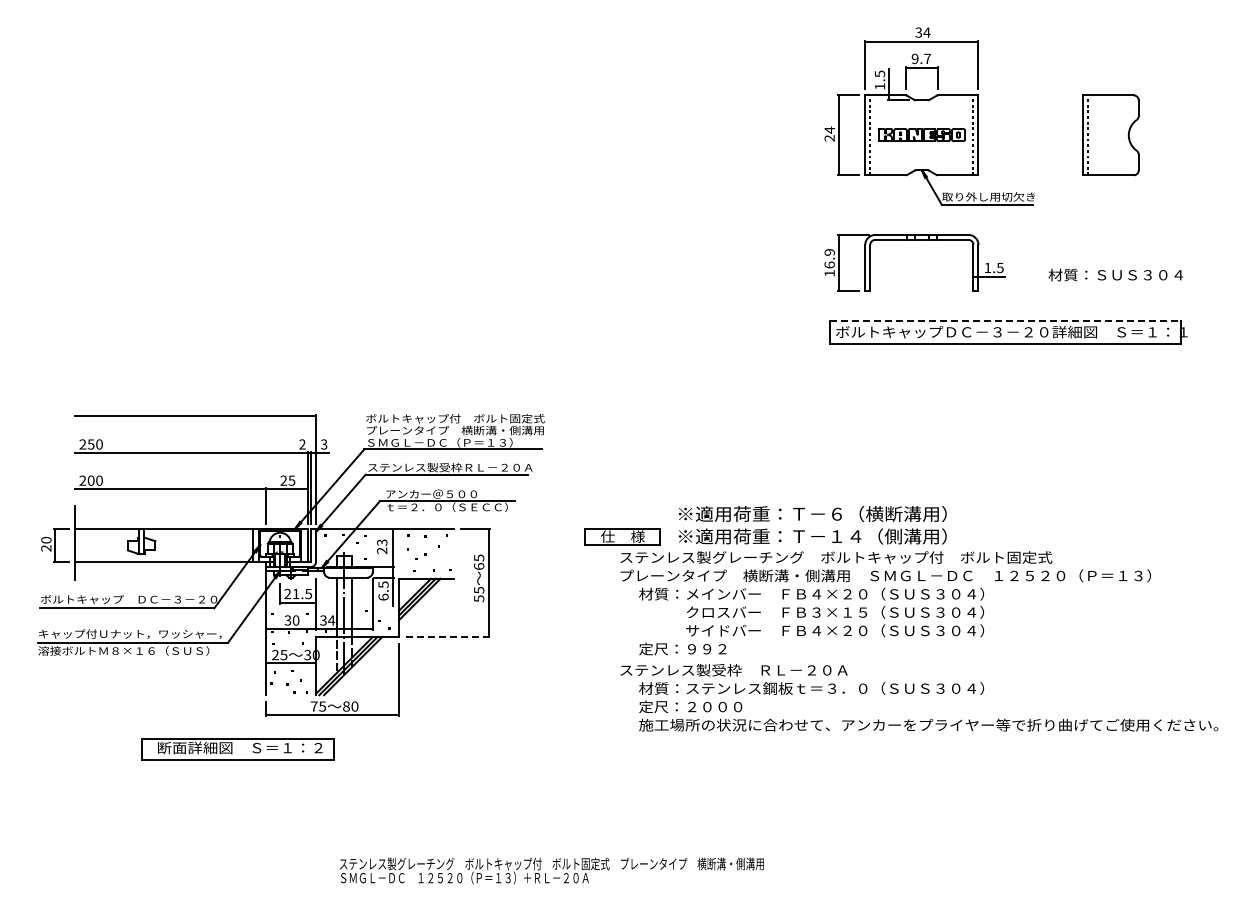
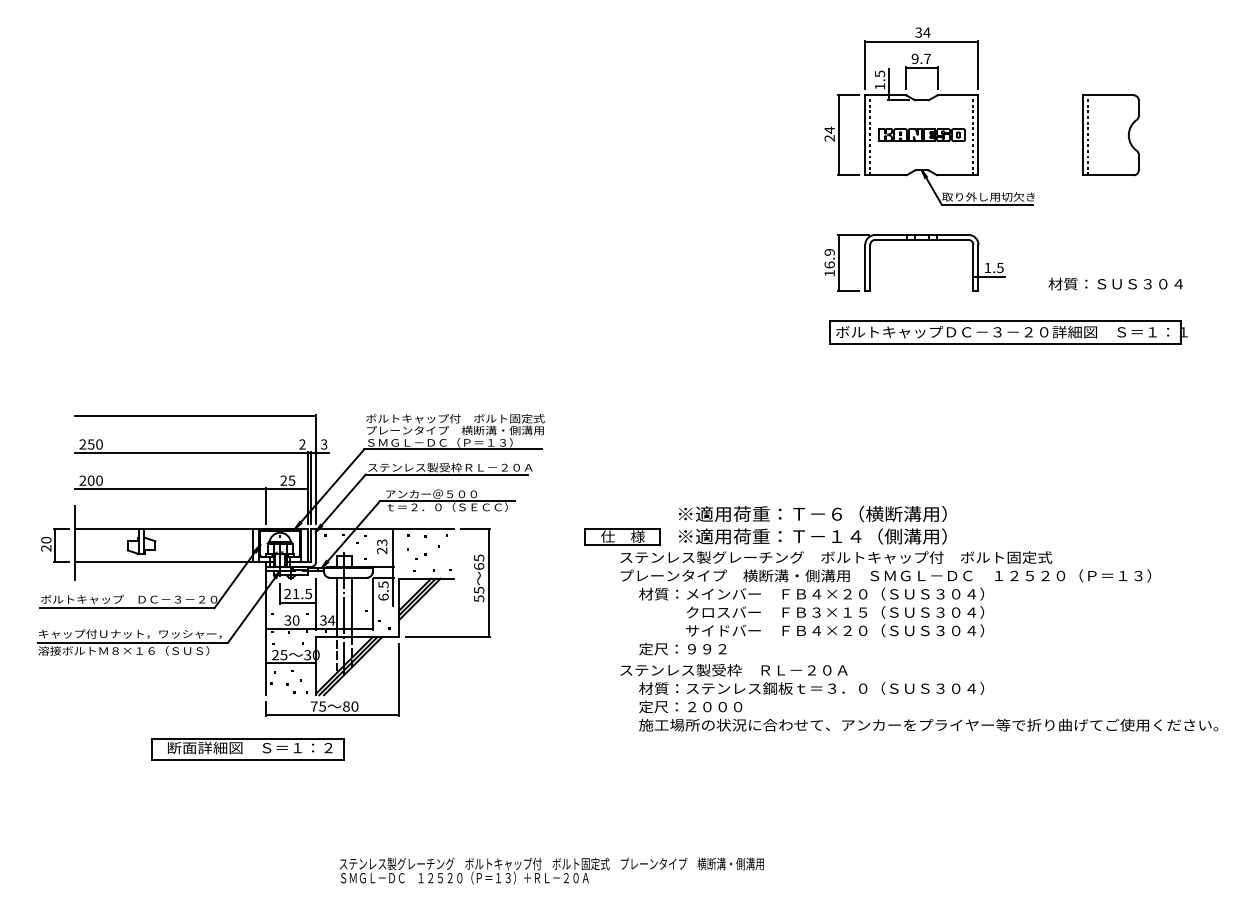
text at (1115, 274) position: (1115, 274) -> (1115, 283)
line at (1005, 320): dashed -> solid
line at (447, 636): dashed -> solid
part at (237, 749) position: (237, 749) -> (247, 749)
